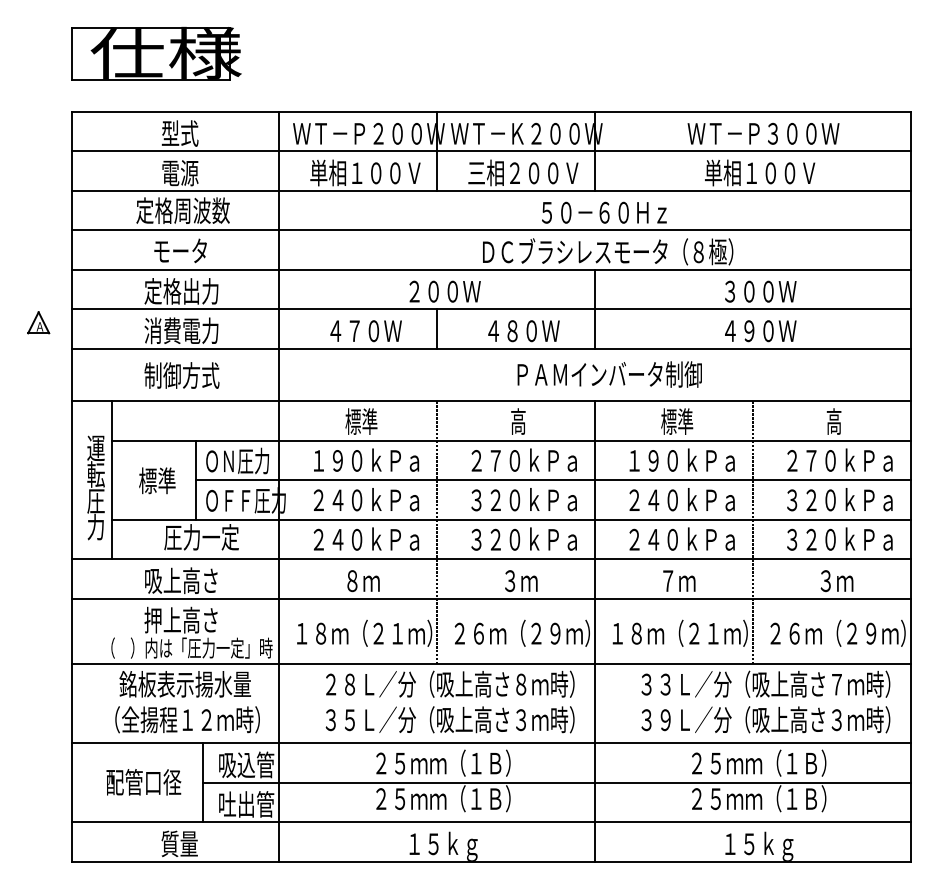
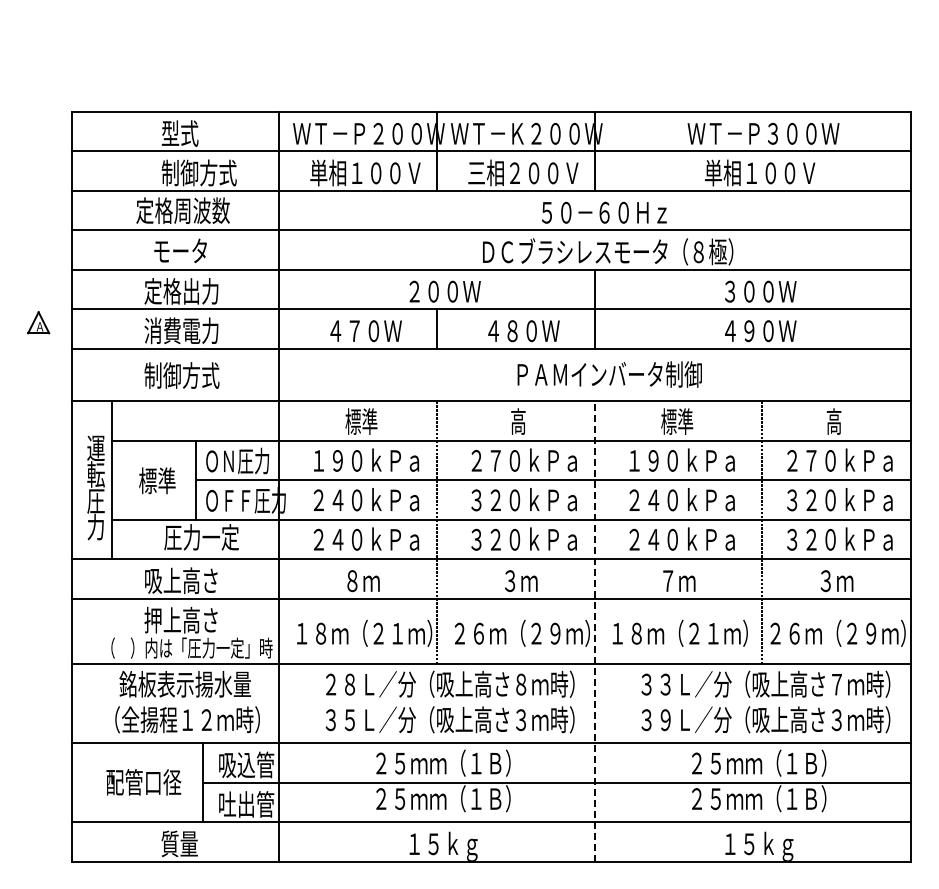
part at (156, 53): present -> none
text at (198, 172): 電源 -> 制御方式
line at (752, 532) position: (752, 532) -> (761, 532)
line at (595, 630): solid -> dashed
